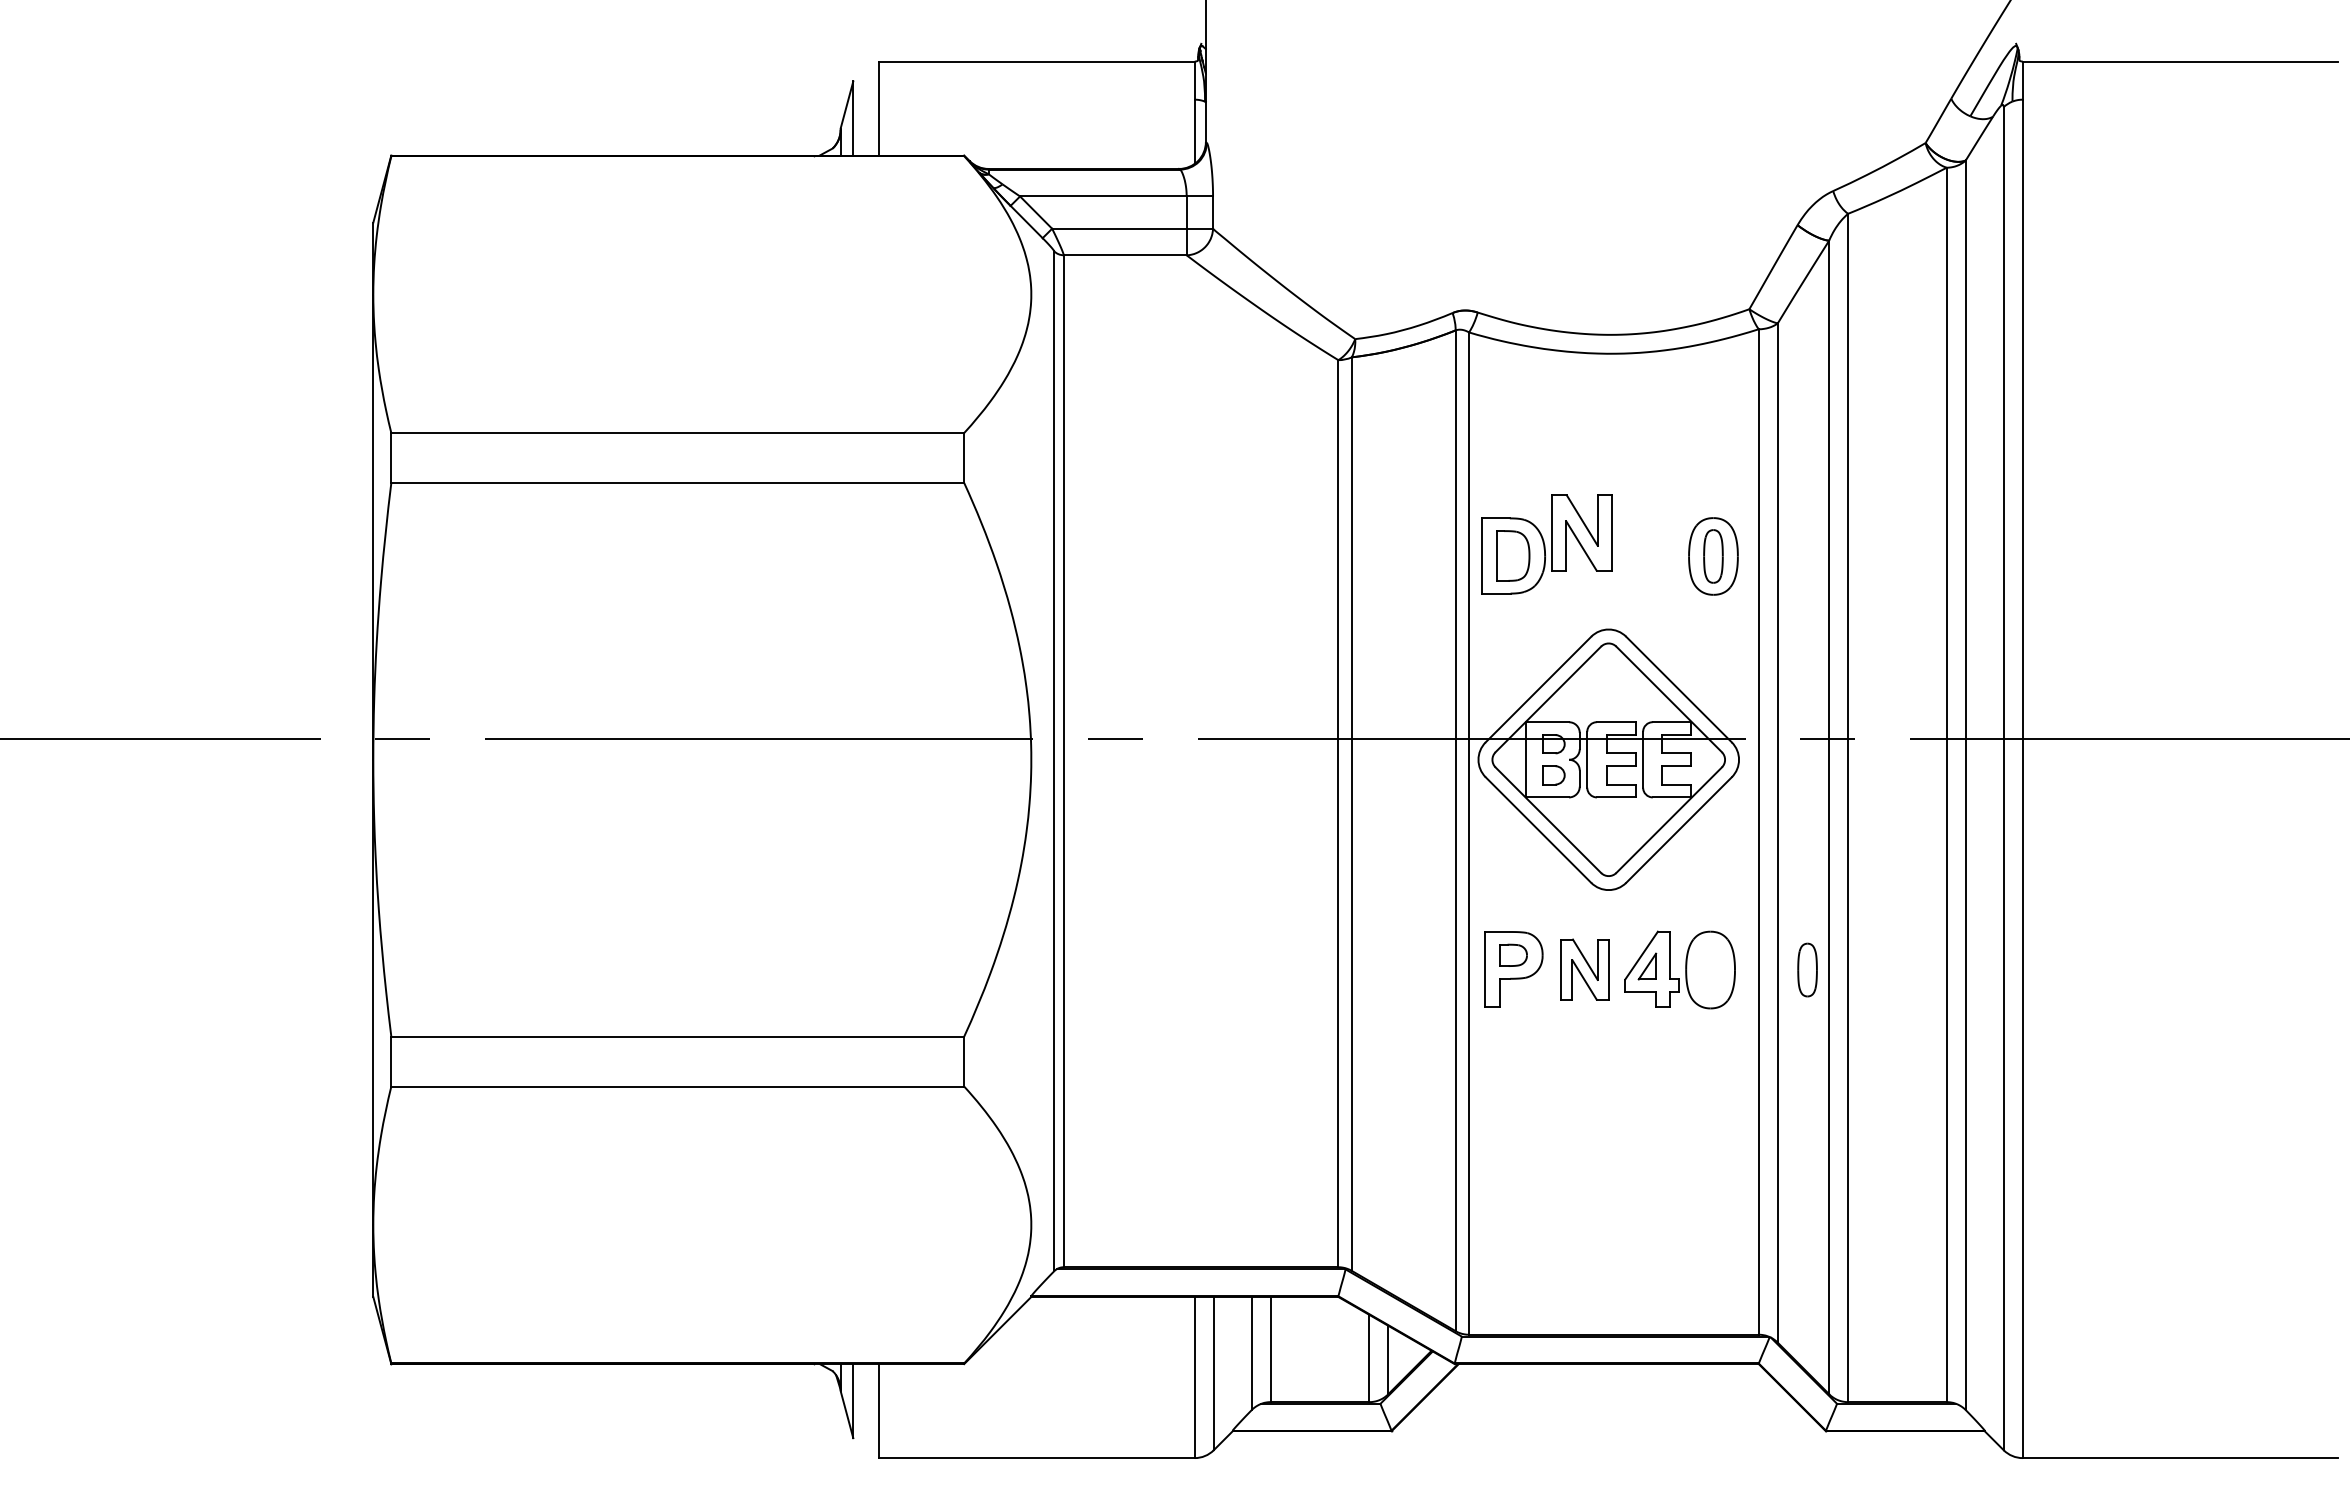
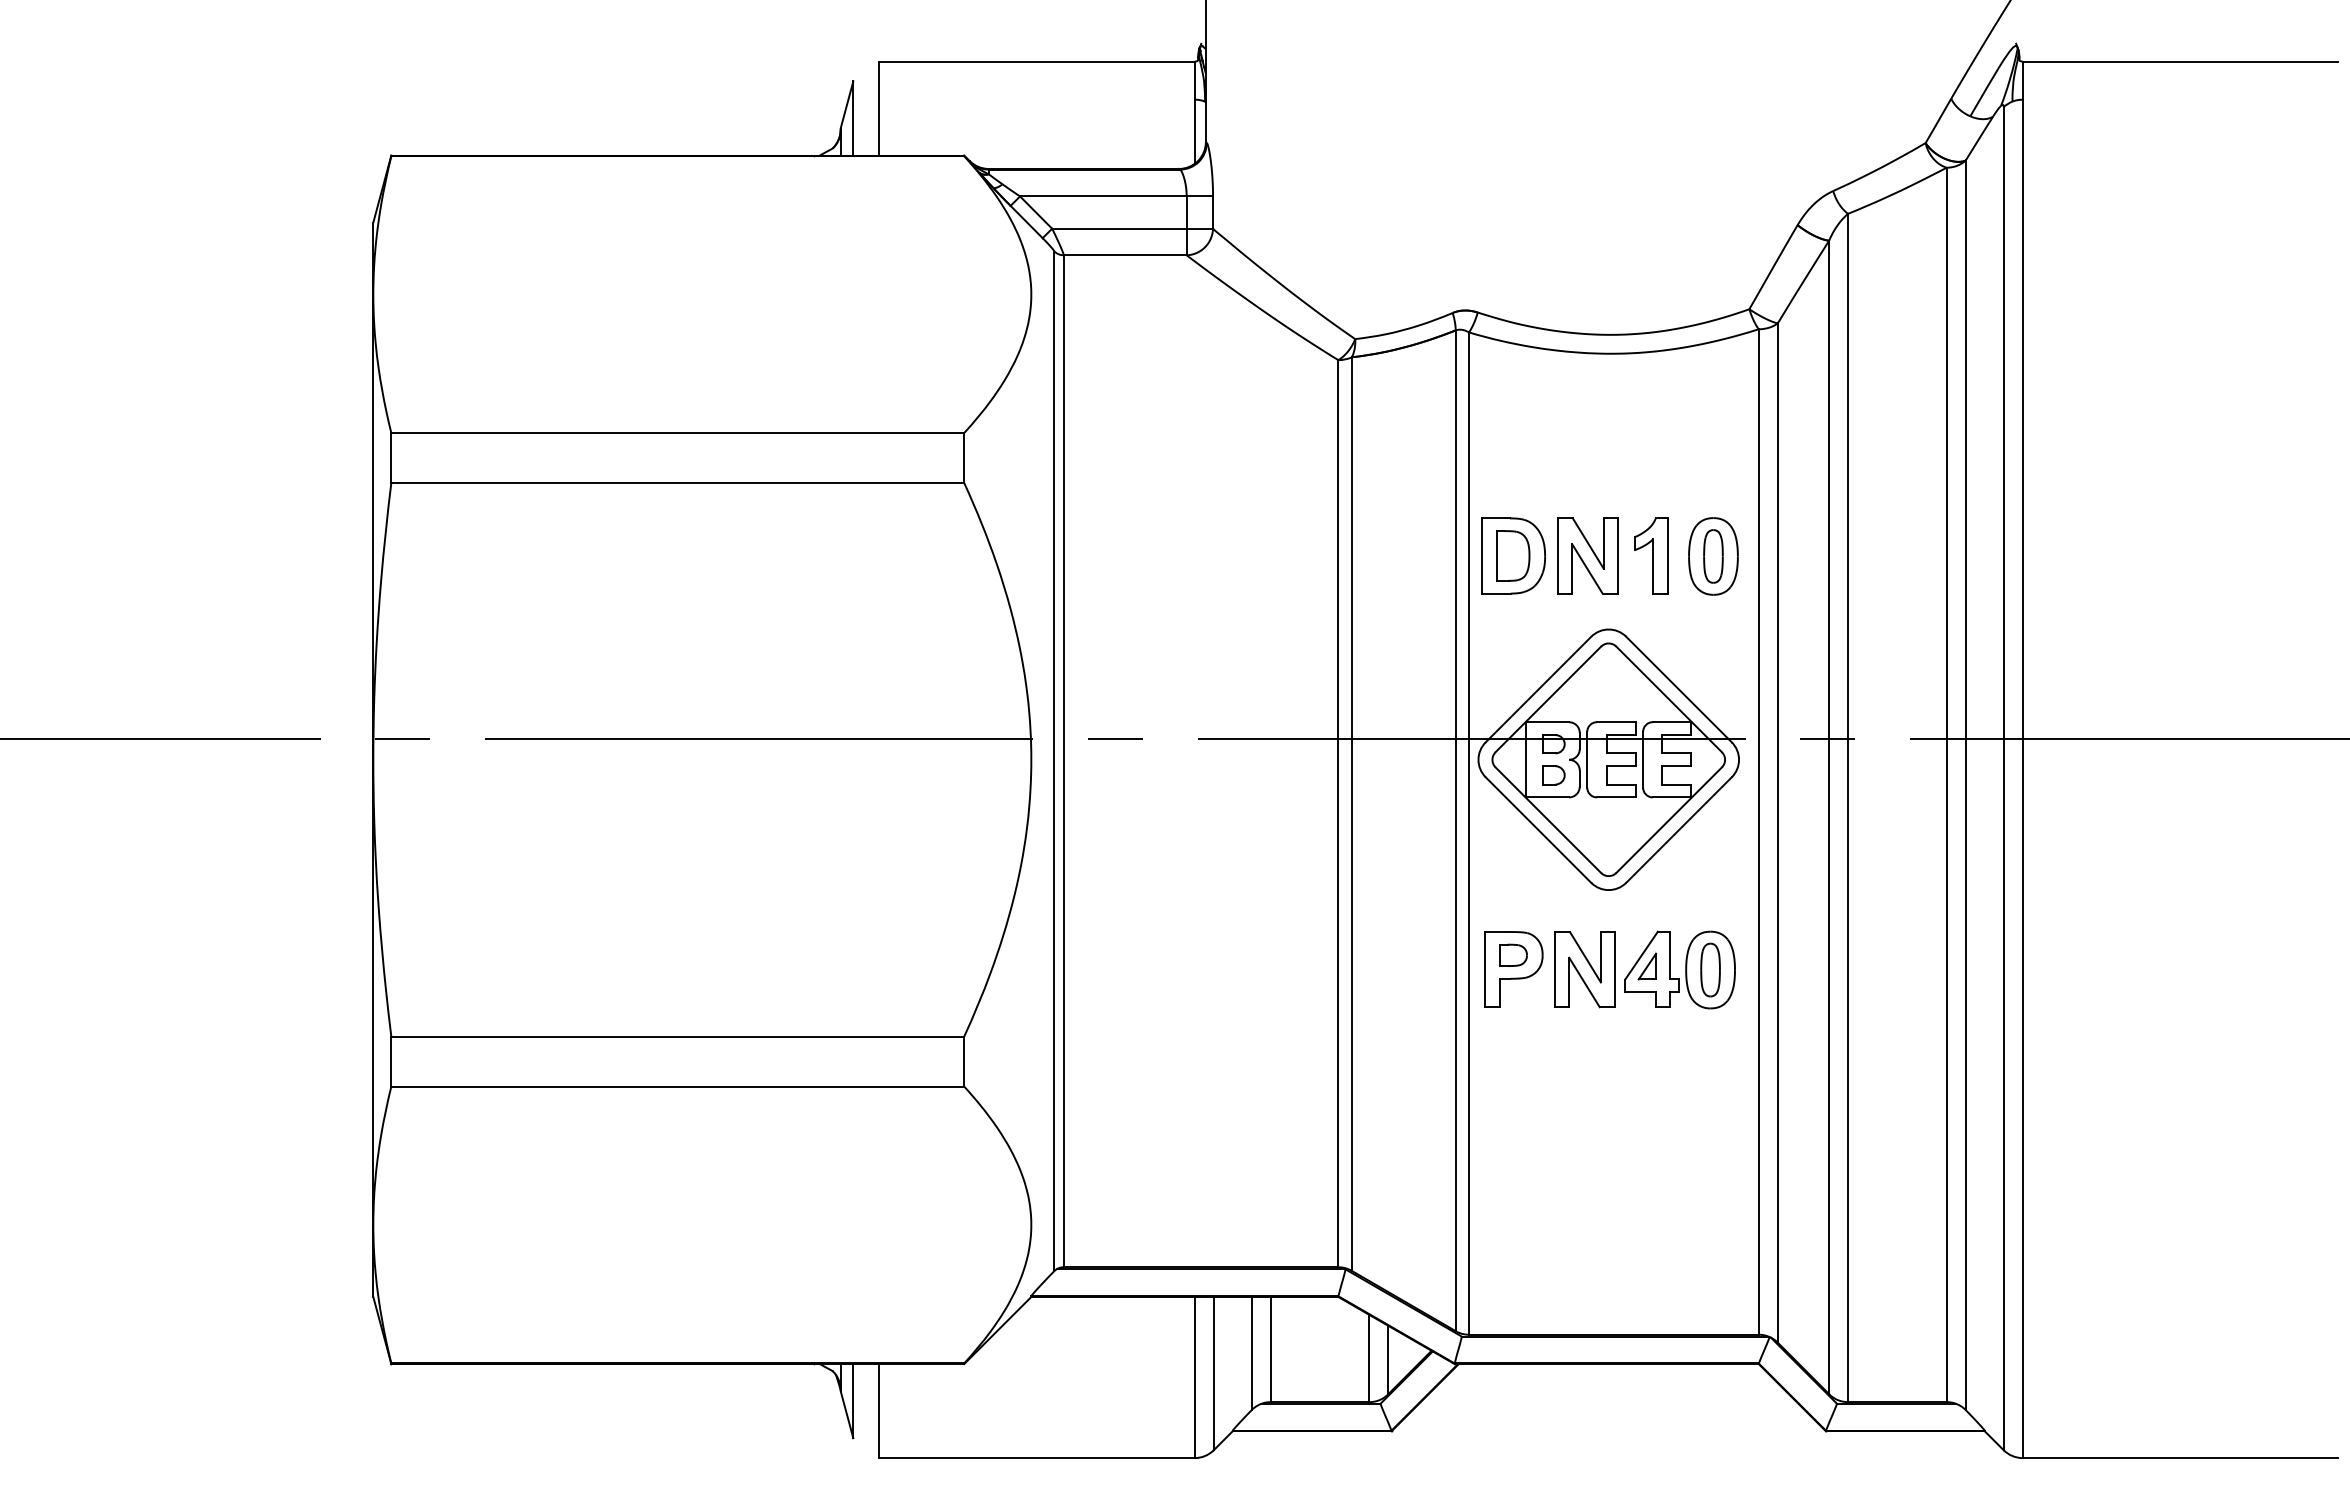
part at (1581, 532) position: (1581, 532) -> (1587, 555)
part at (1651, 555): none -> present
part at (1584, 969) size: 50x63 px -> 62x78 px
part at (1807, 969) position: (1807, 969) -> (1710, 969)
